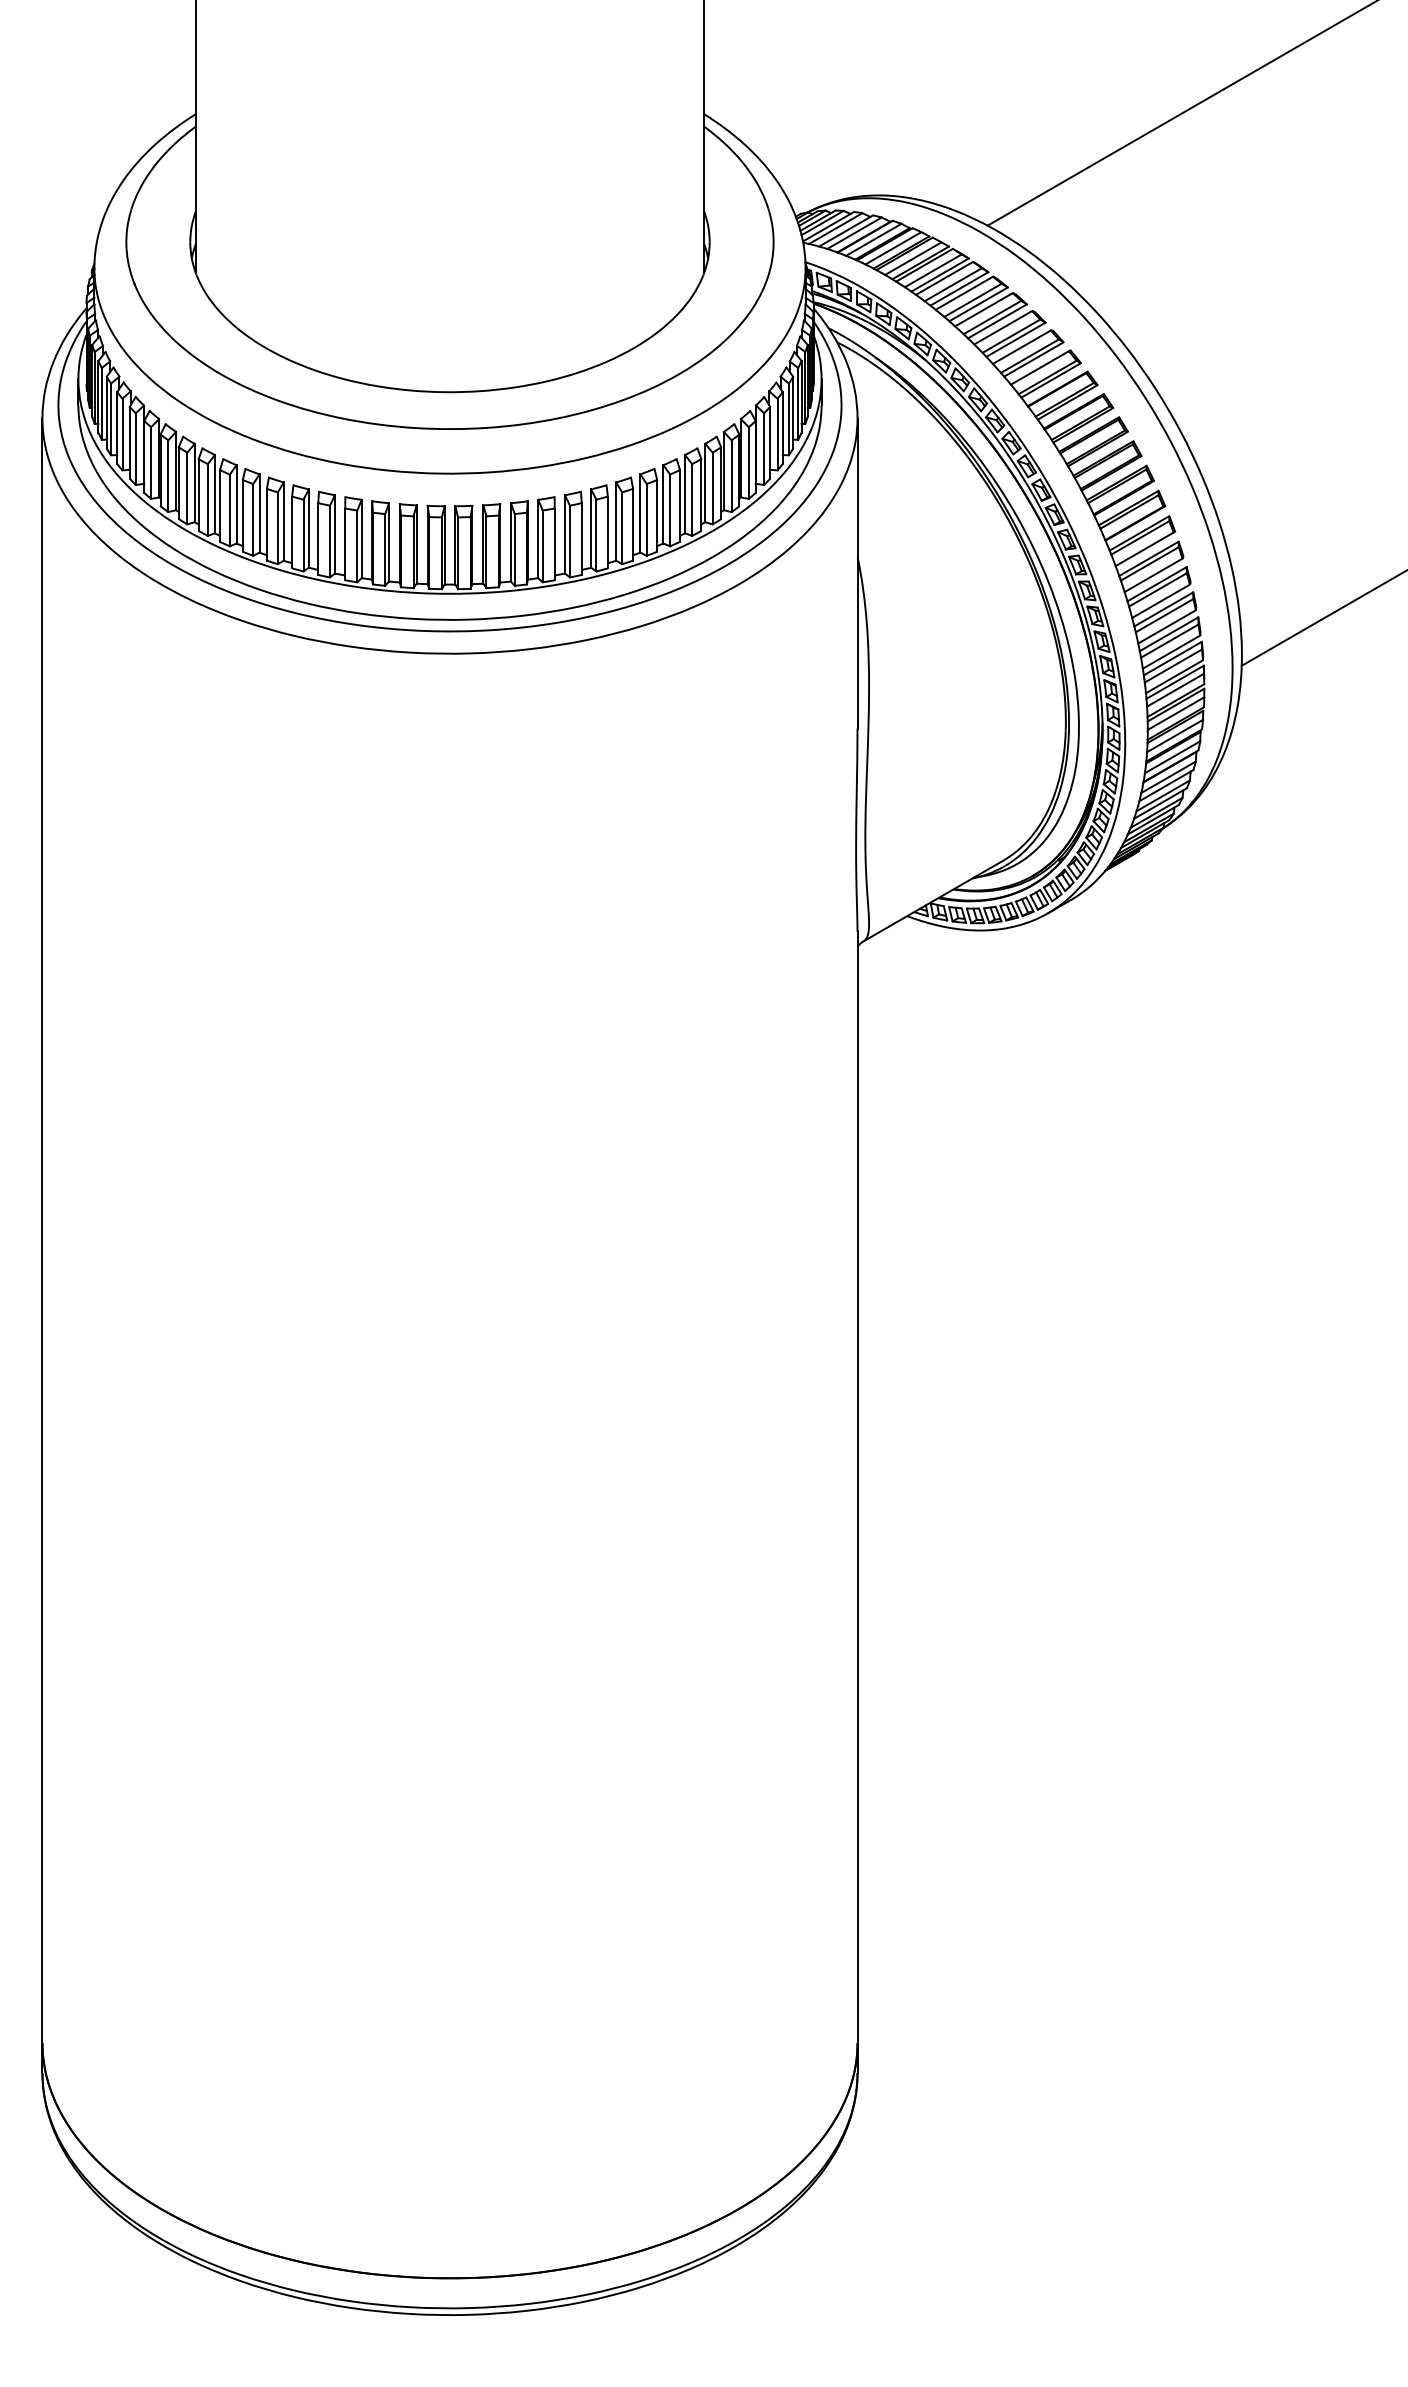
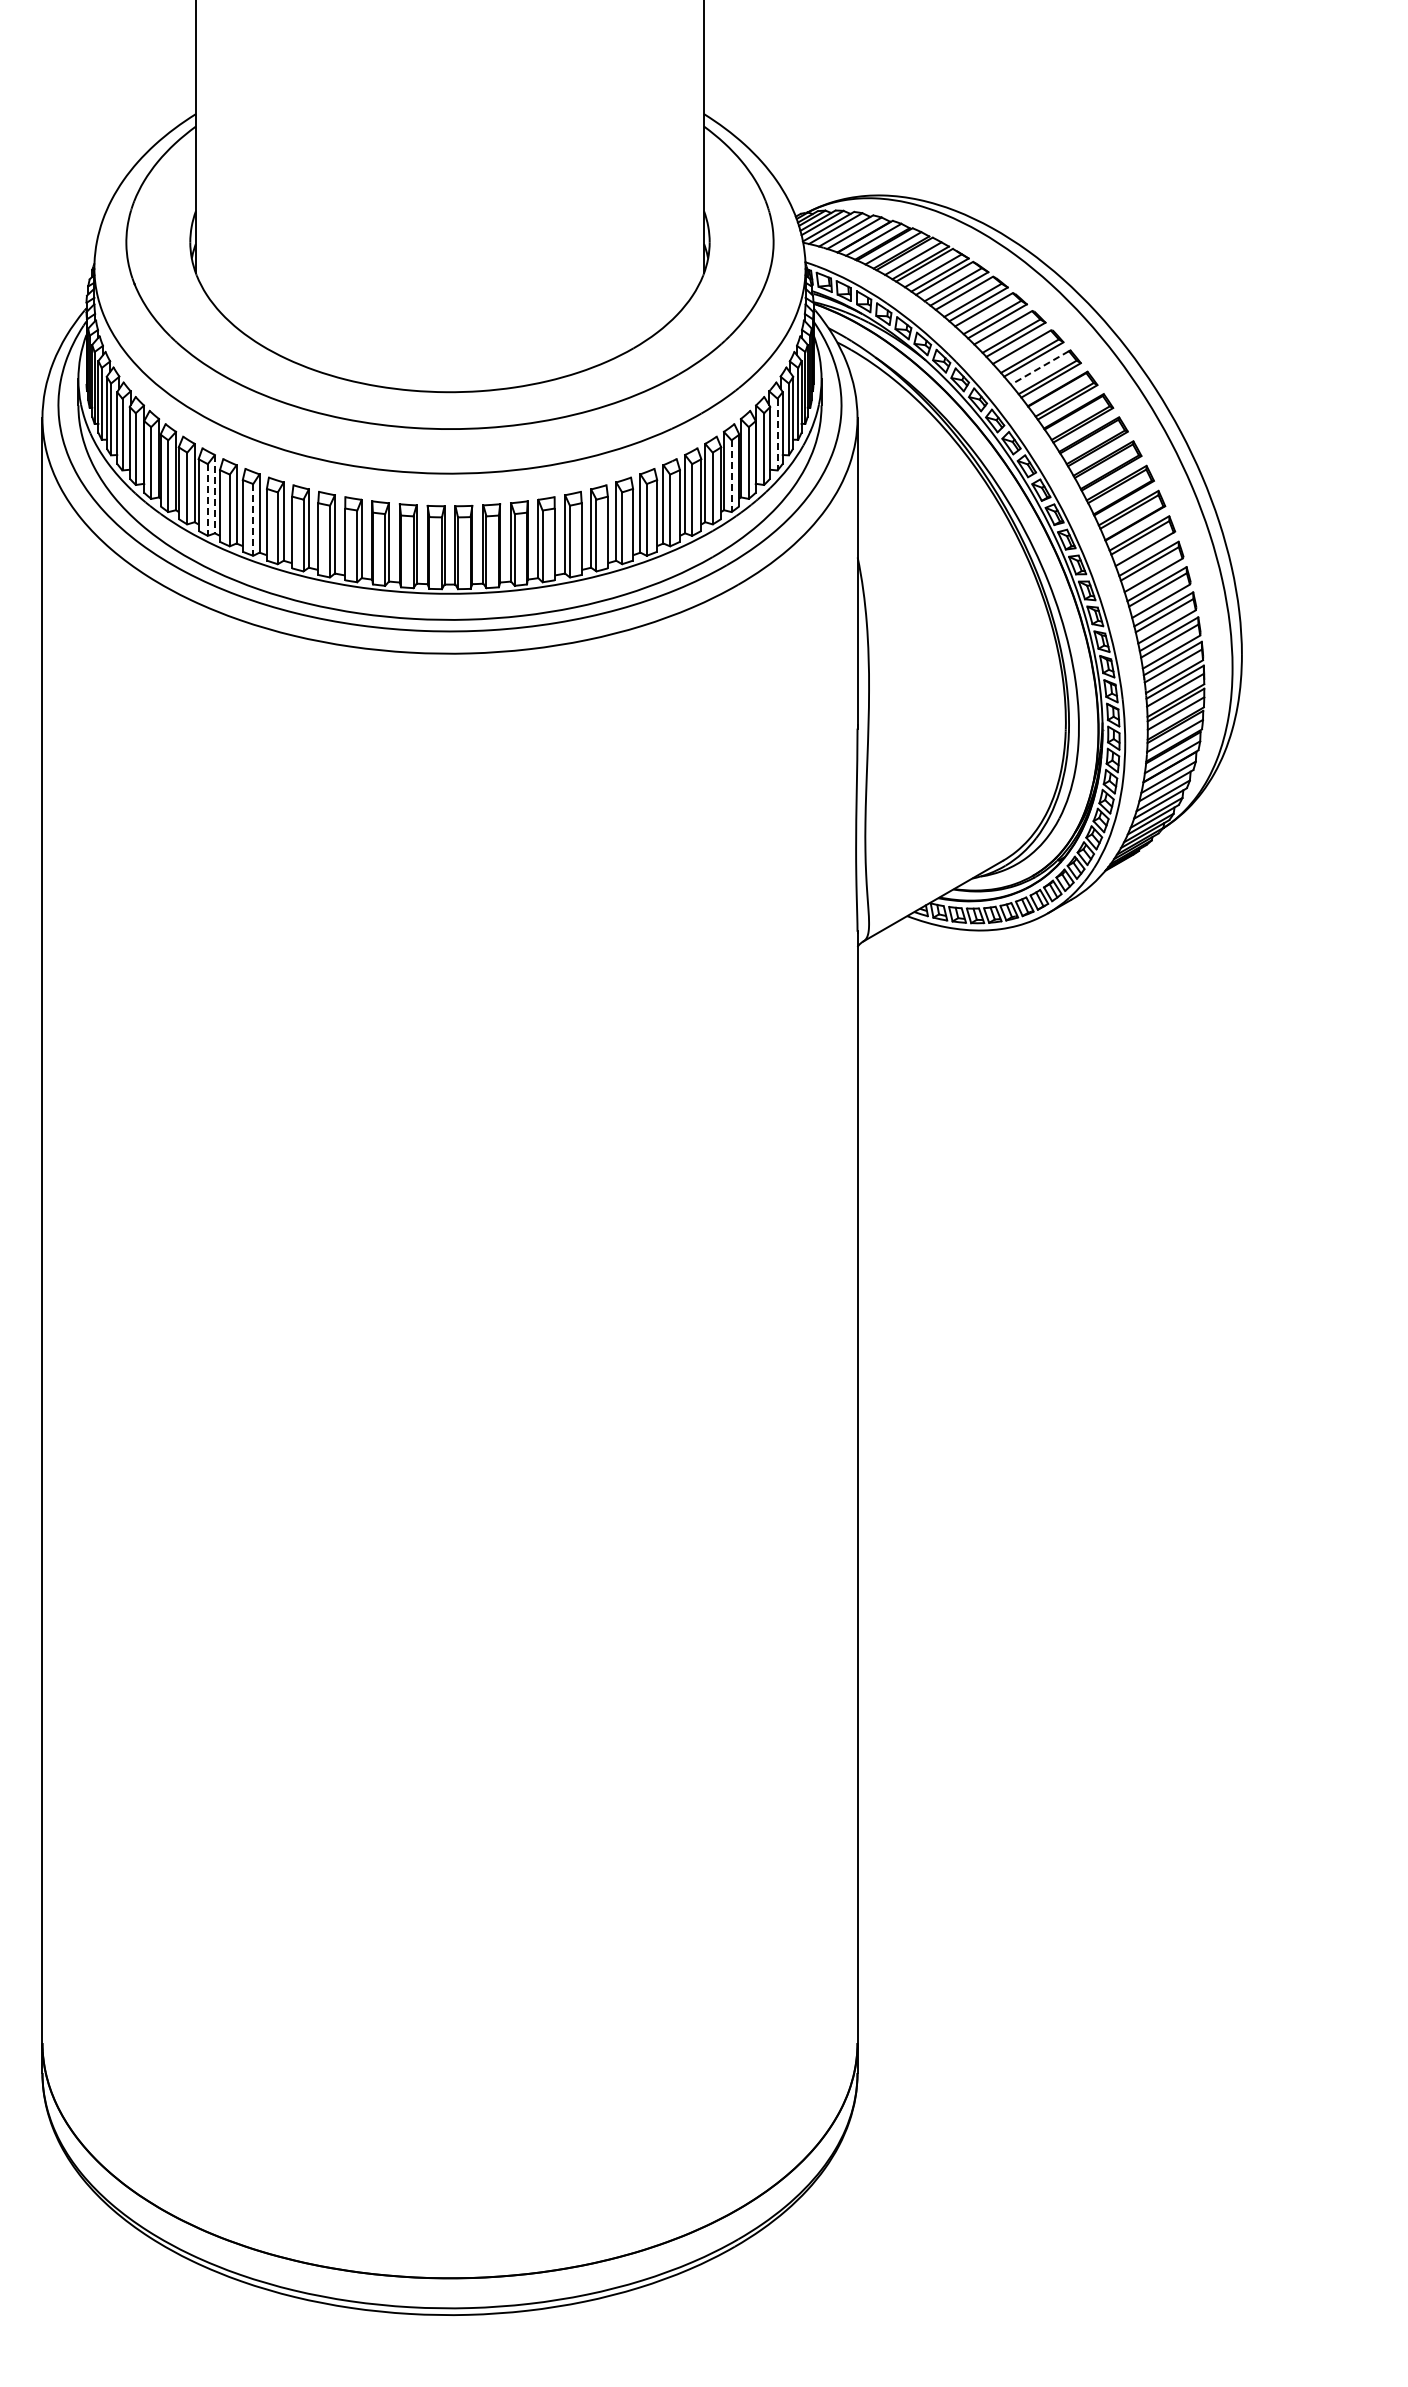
line at (1180, 113): present -> none
line at (1039, 368): solid -> dashed
line at (777, 434): solid -> dashed
line at (731, 476): solid -> dashed
line at (214, 494): solid -> dashed
line at (207, 500): solid -> dashed
line at (253, 519): solid -> dashed
line at (1322, 618): present -> none
